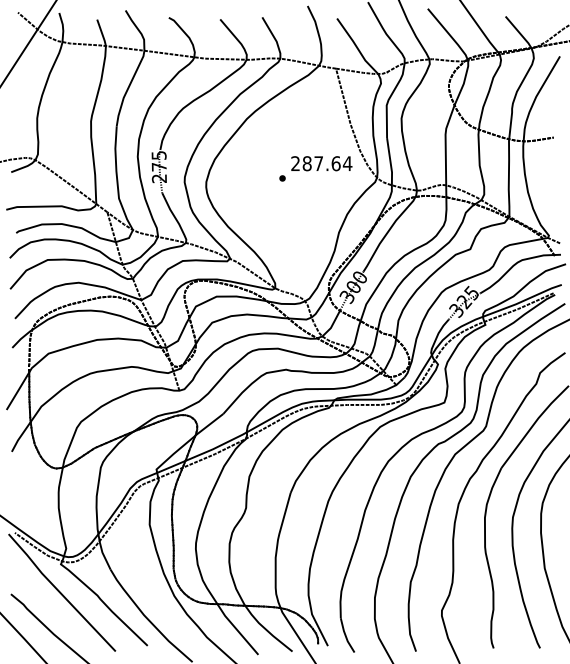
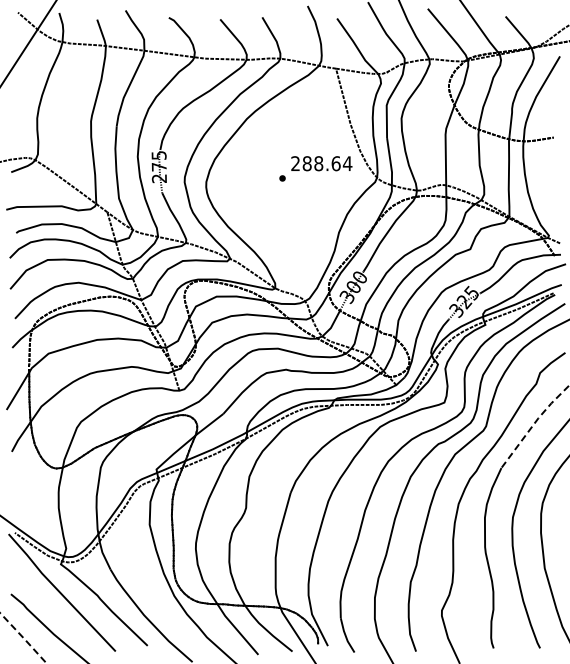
text at (318, 163): 287.64 -> 288.64
line at (533, 424): solid -> dashed
line at (24, 638): solid -> dashed
